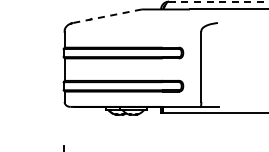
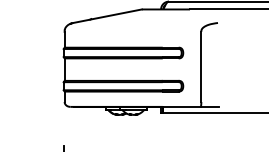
line at (218, 1): dashed -> solid
line at (107, 16): dashed -> solid
